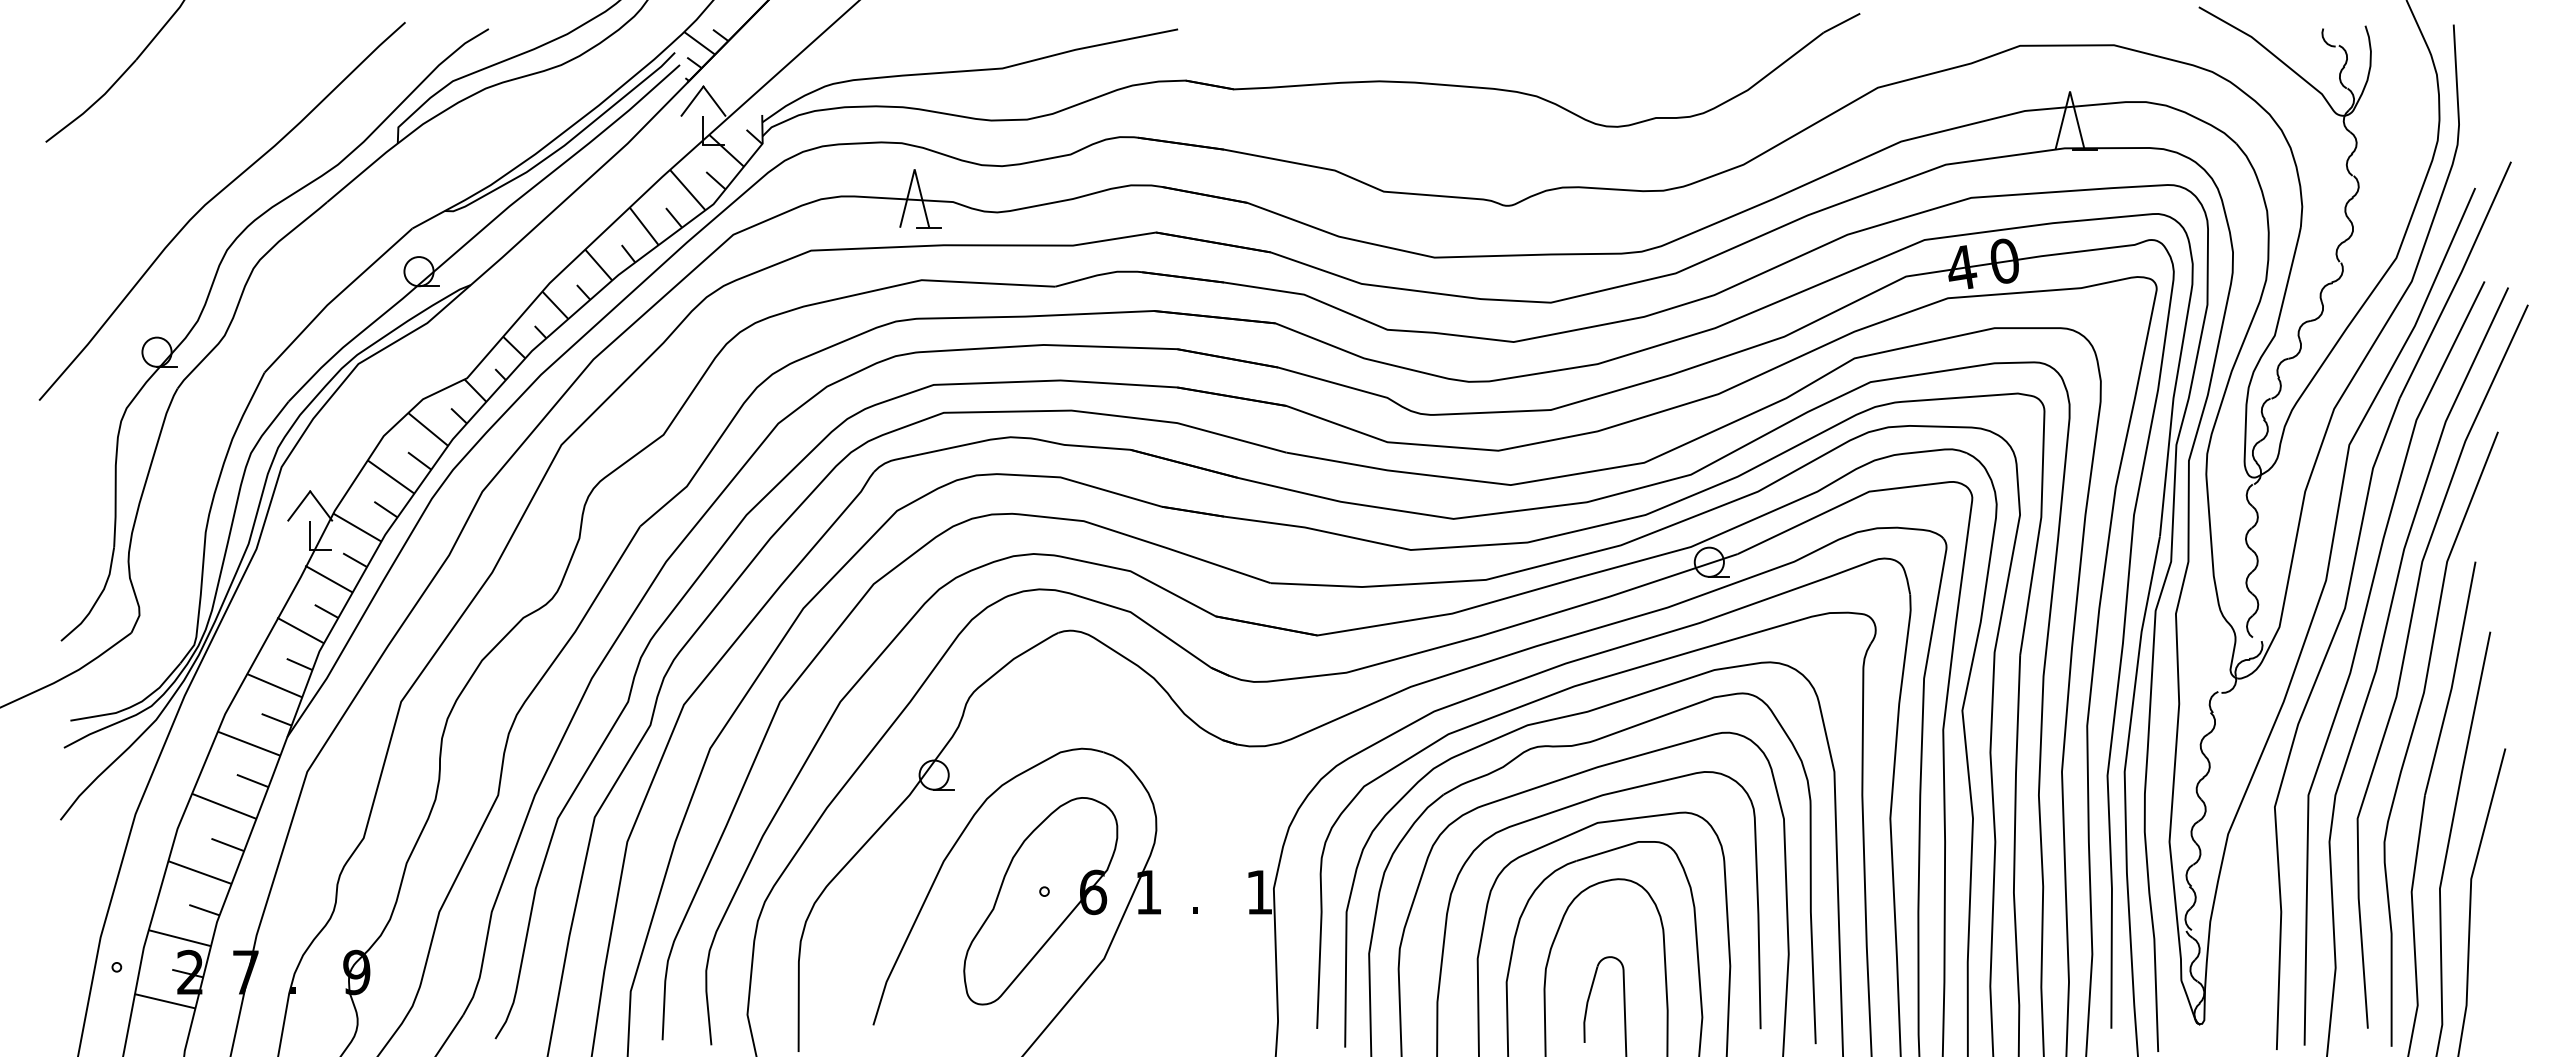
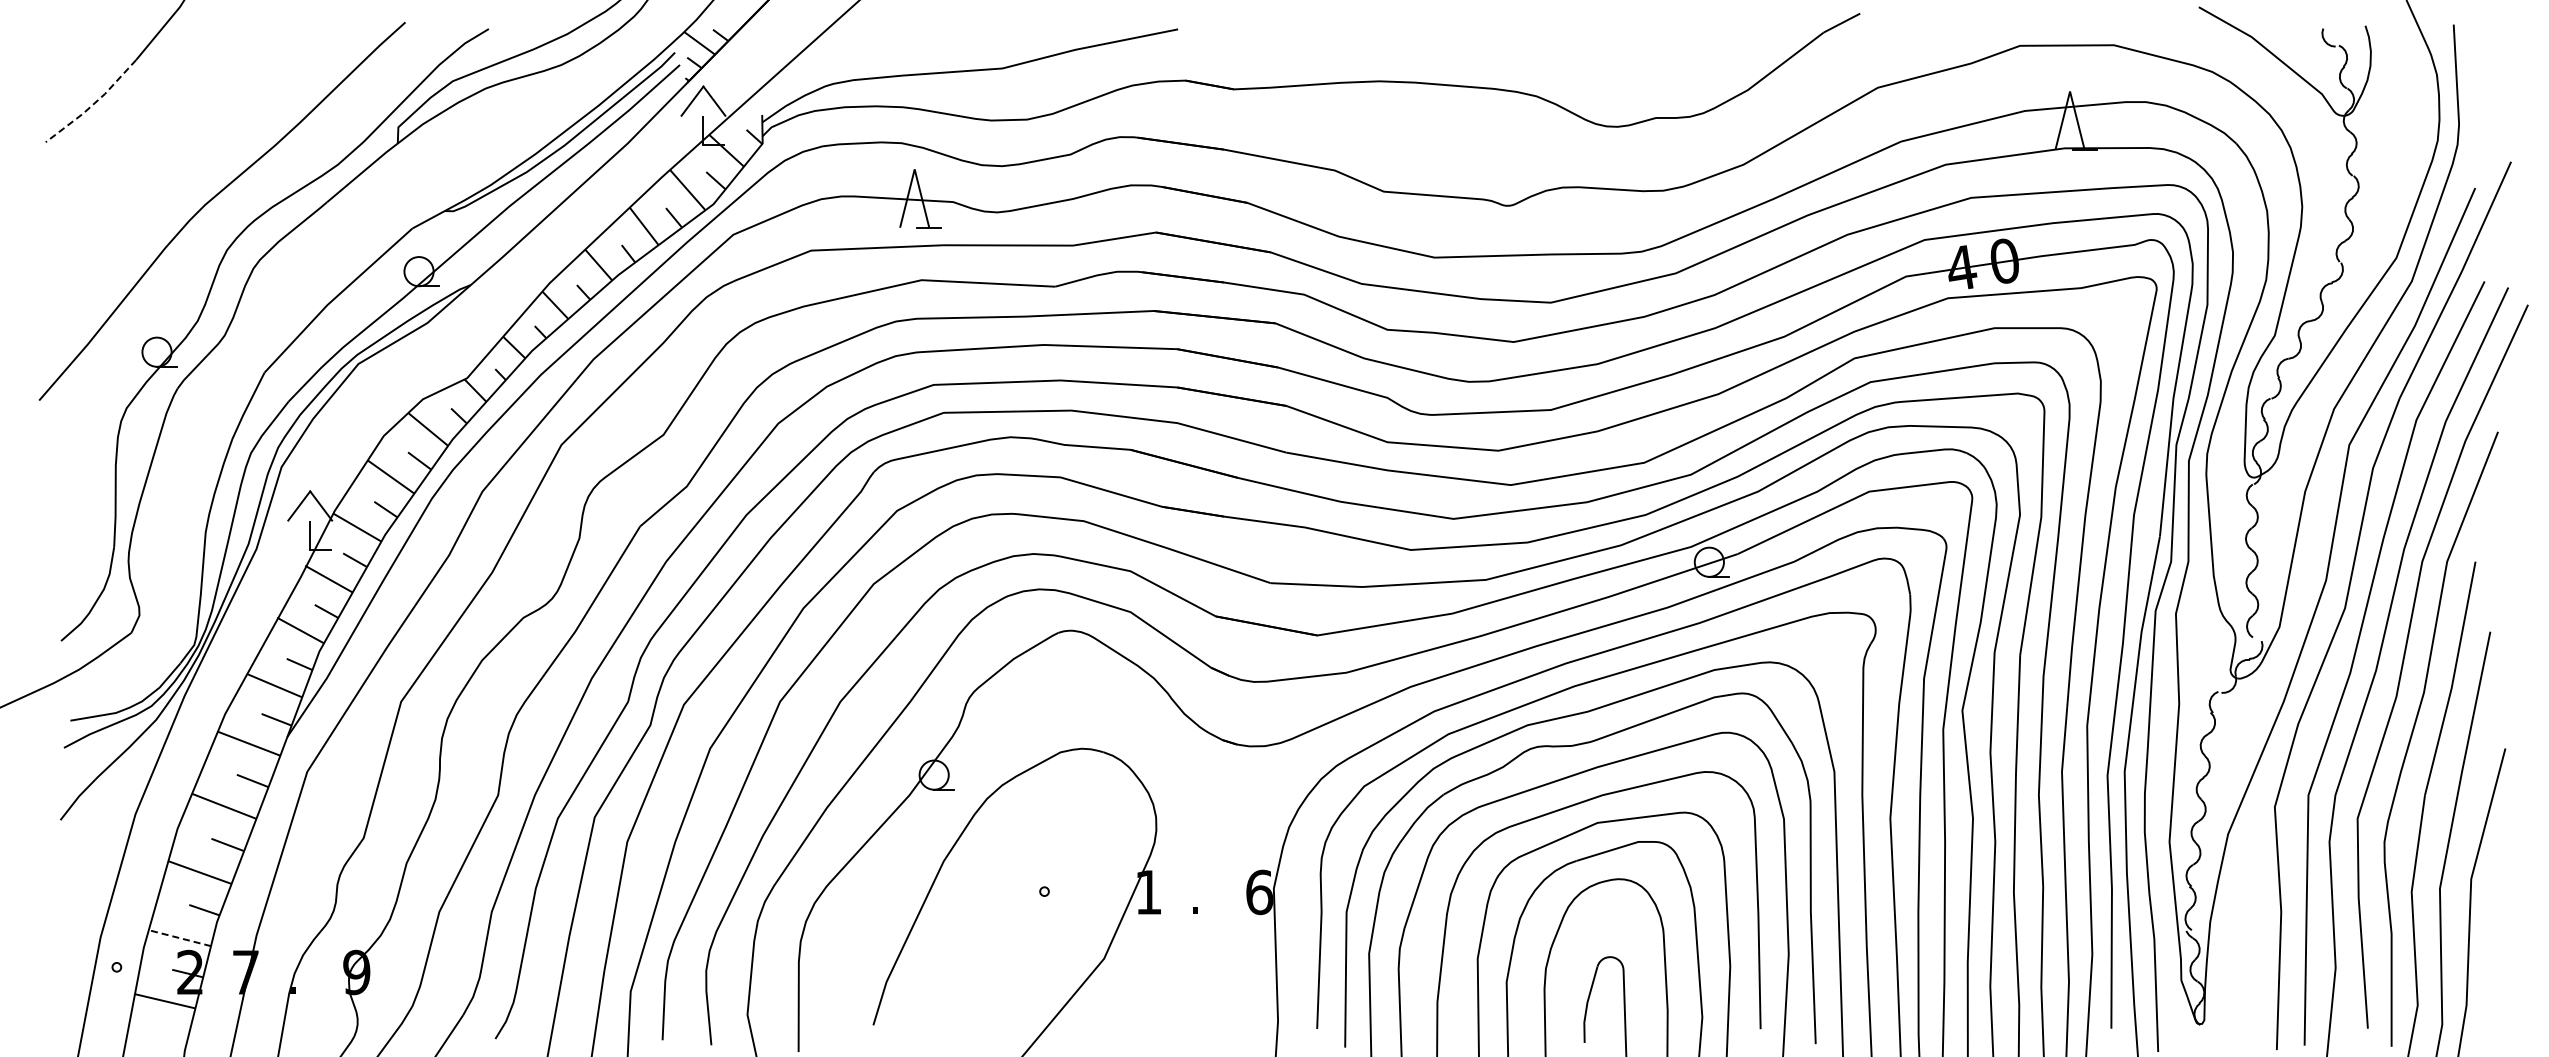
line at (93, 103): solid -> dashed
text at (1259, 892): 1 -> 6
part at (1040, 901): present -> none
line at (179, 938): solid -> dashed
